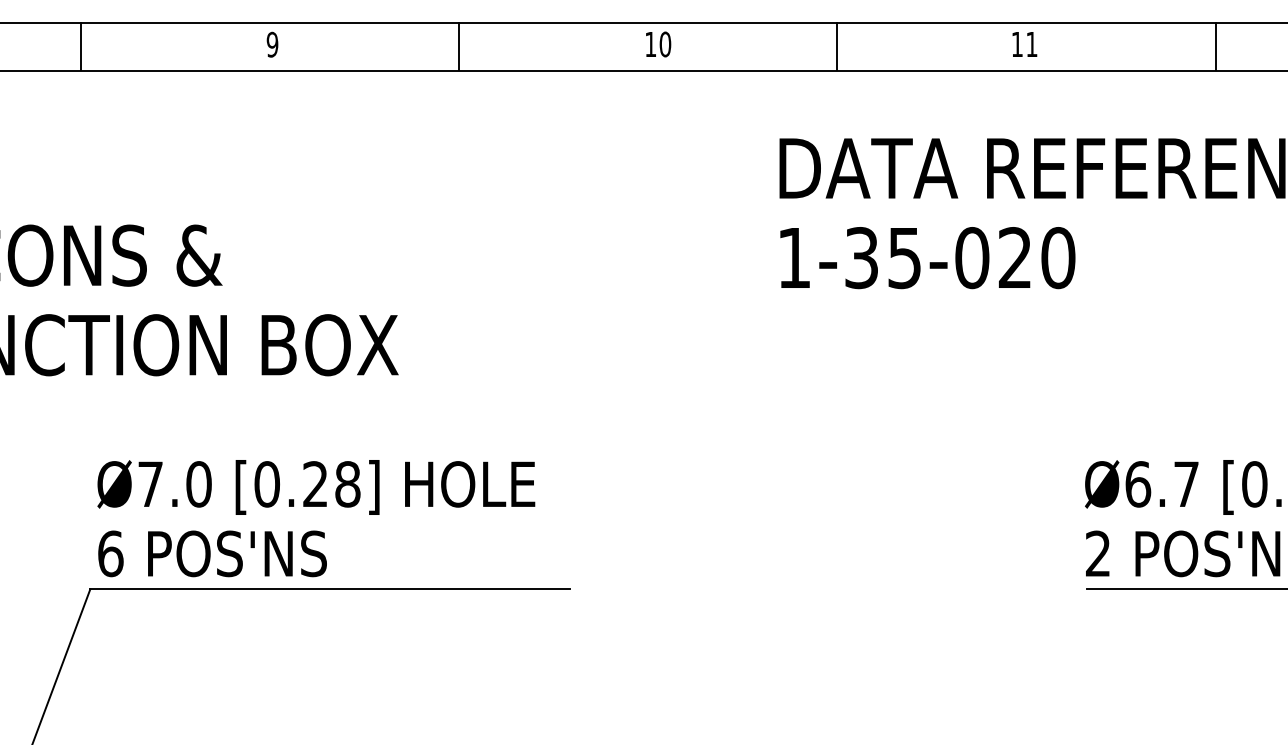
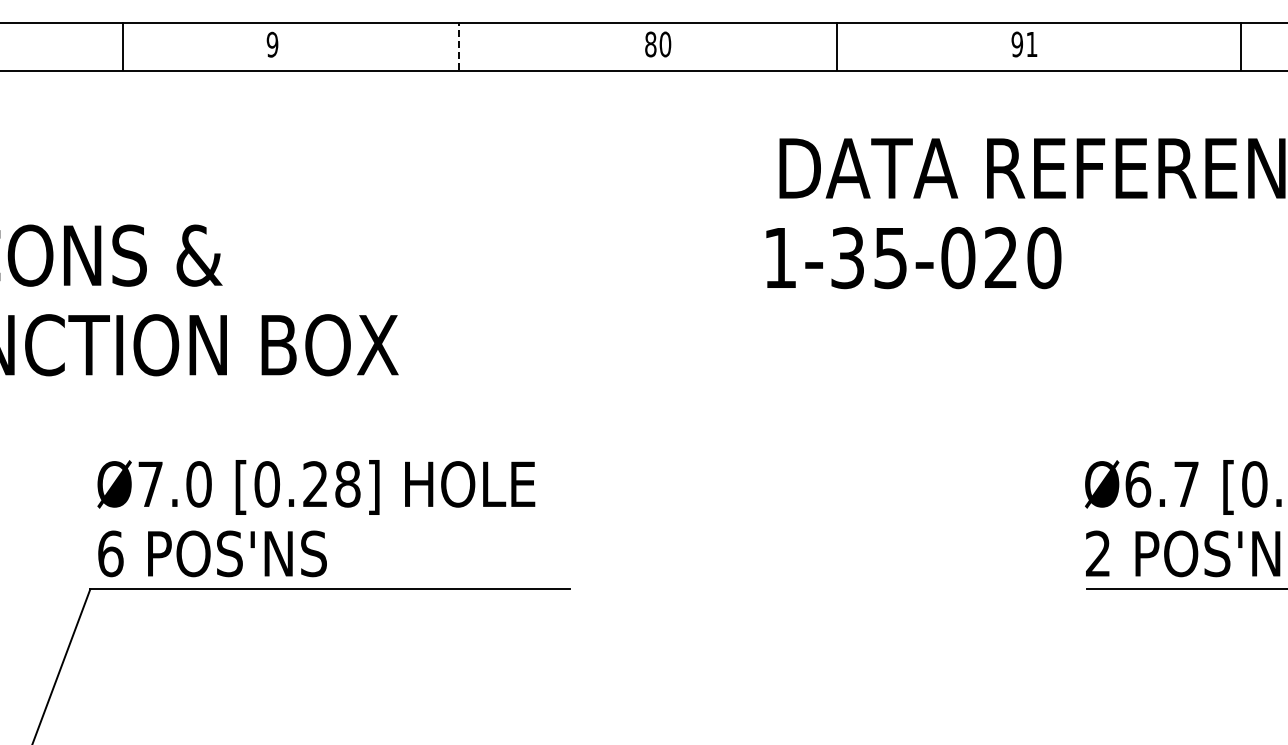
text at (650, 44): 10 -> 80
text at (1017, 44): 11 -> 91
line at (80, 45) position: (80, 45) -> (122, 45)
line at (1215, 45) position: (1215, 45) -> (1240, 45)
line at (459, 46): solid -> dashed
text at (927, 258) position: (927, 258) -> (913, 258)
